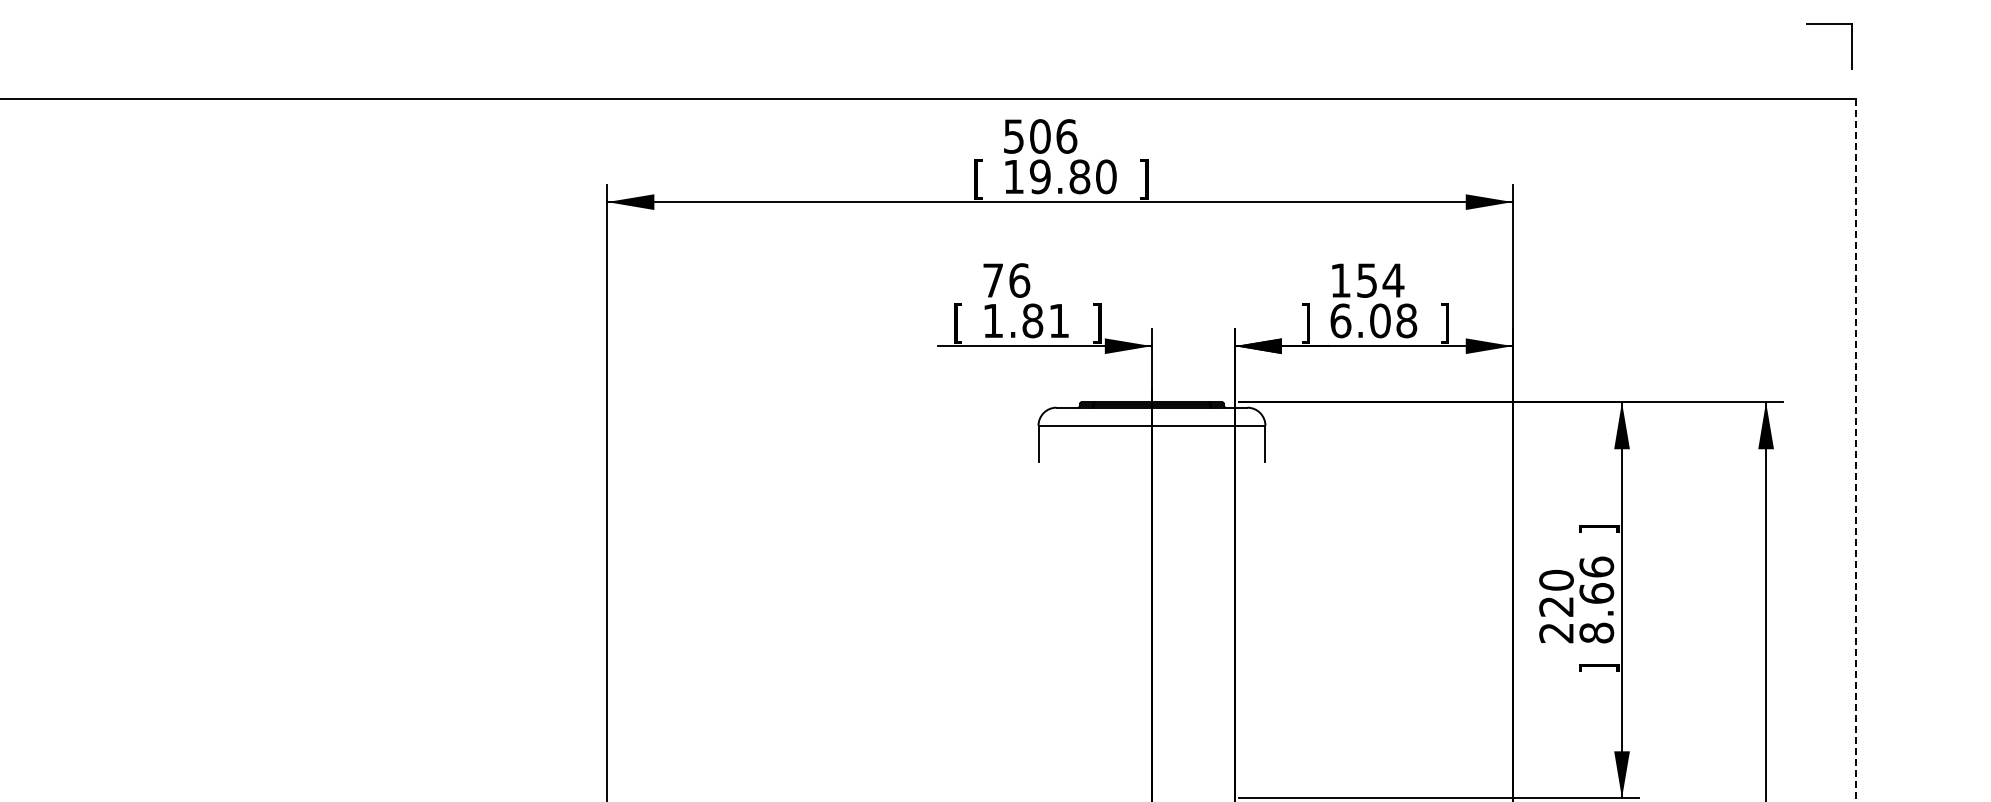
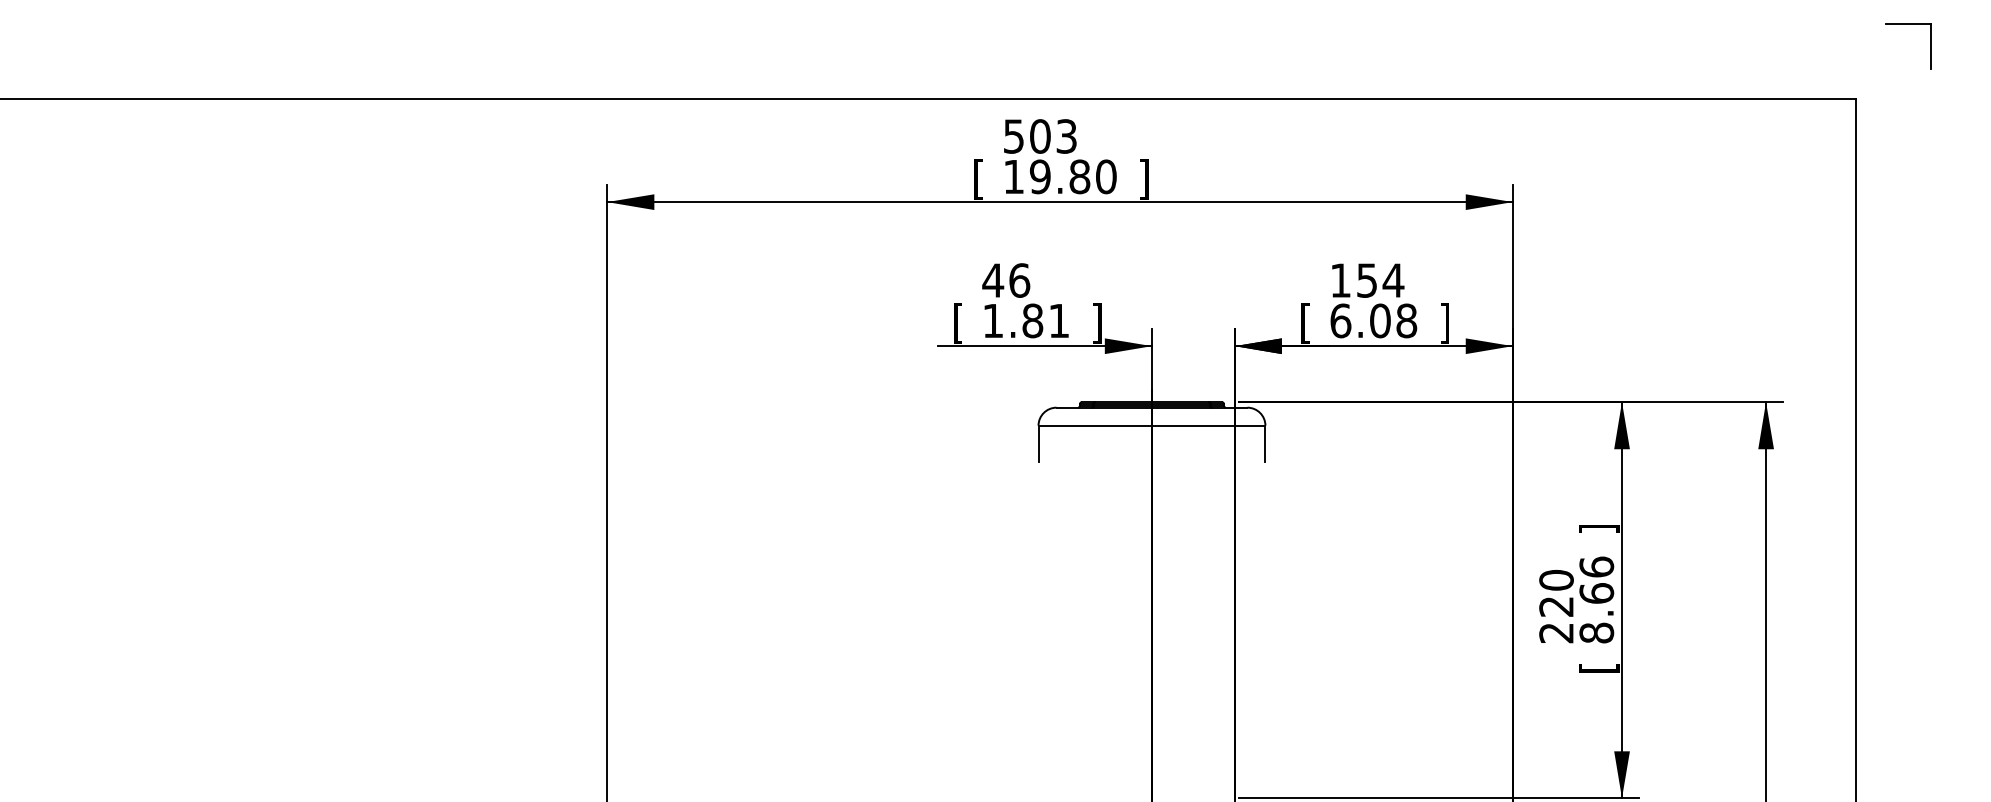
part at (1829, 24) position: (1829, 24) -> (1908, 24)
text at (1066, 136): 506 -> 503
text at (993, 280): 76 -> 46
text at (1305, 323): ] -> [
line at (1856, 450): dashed -> solid
text at (1599, 668): ] -> [
